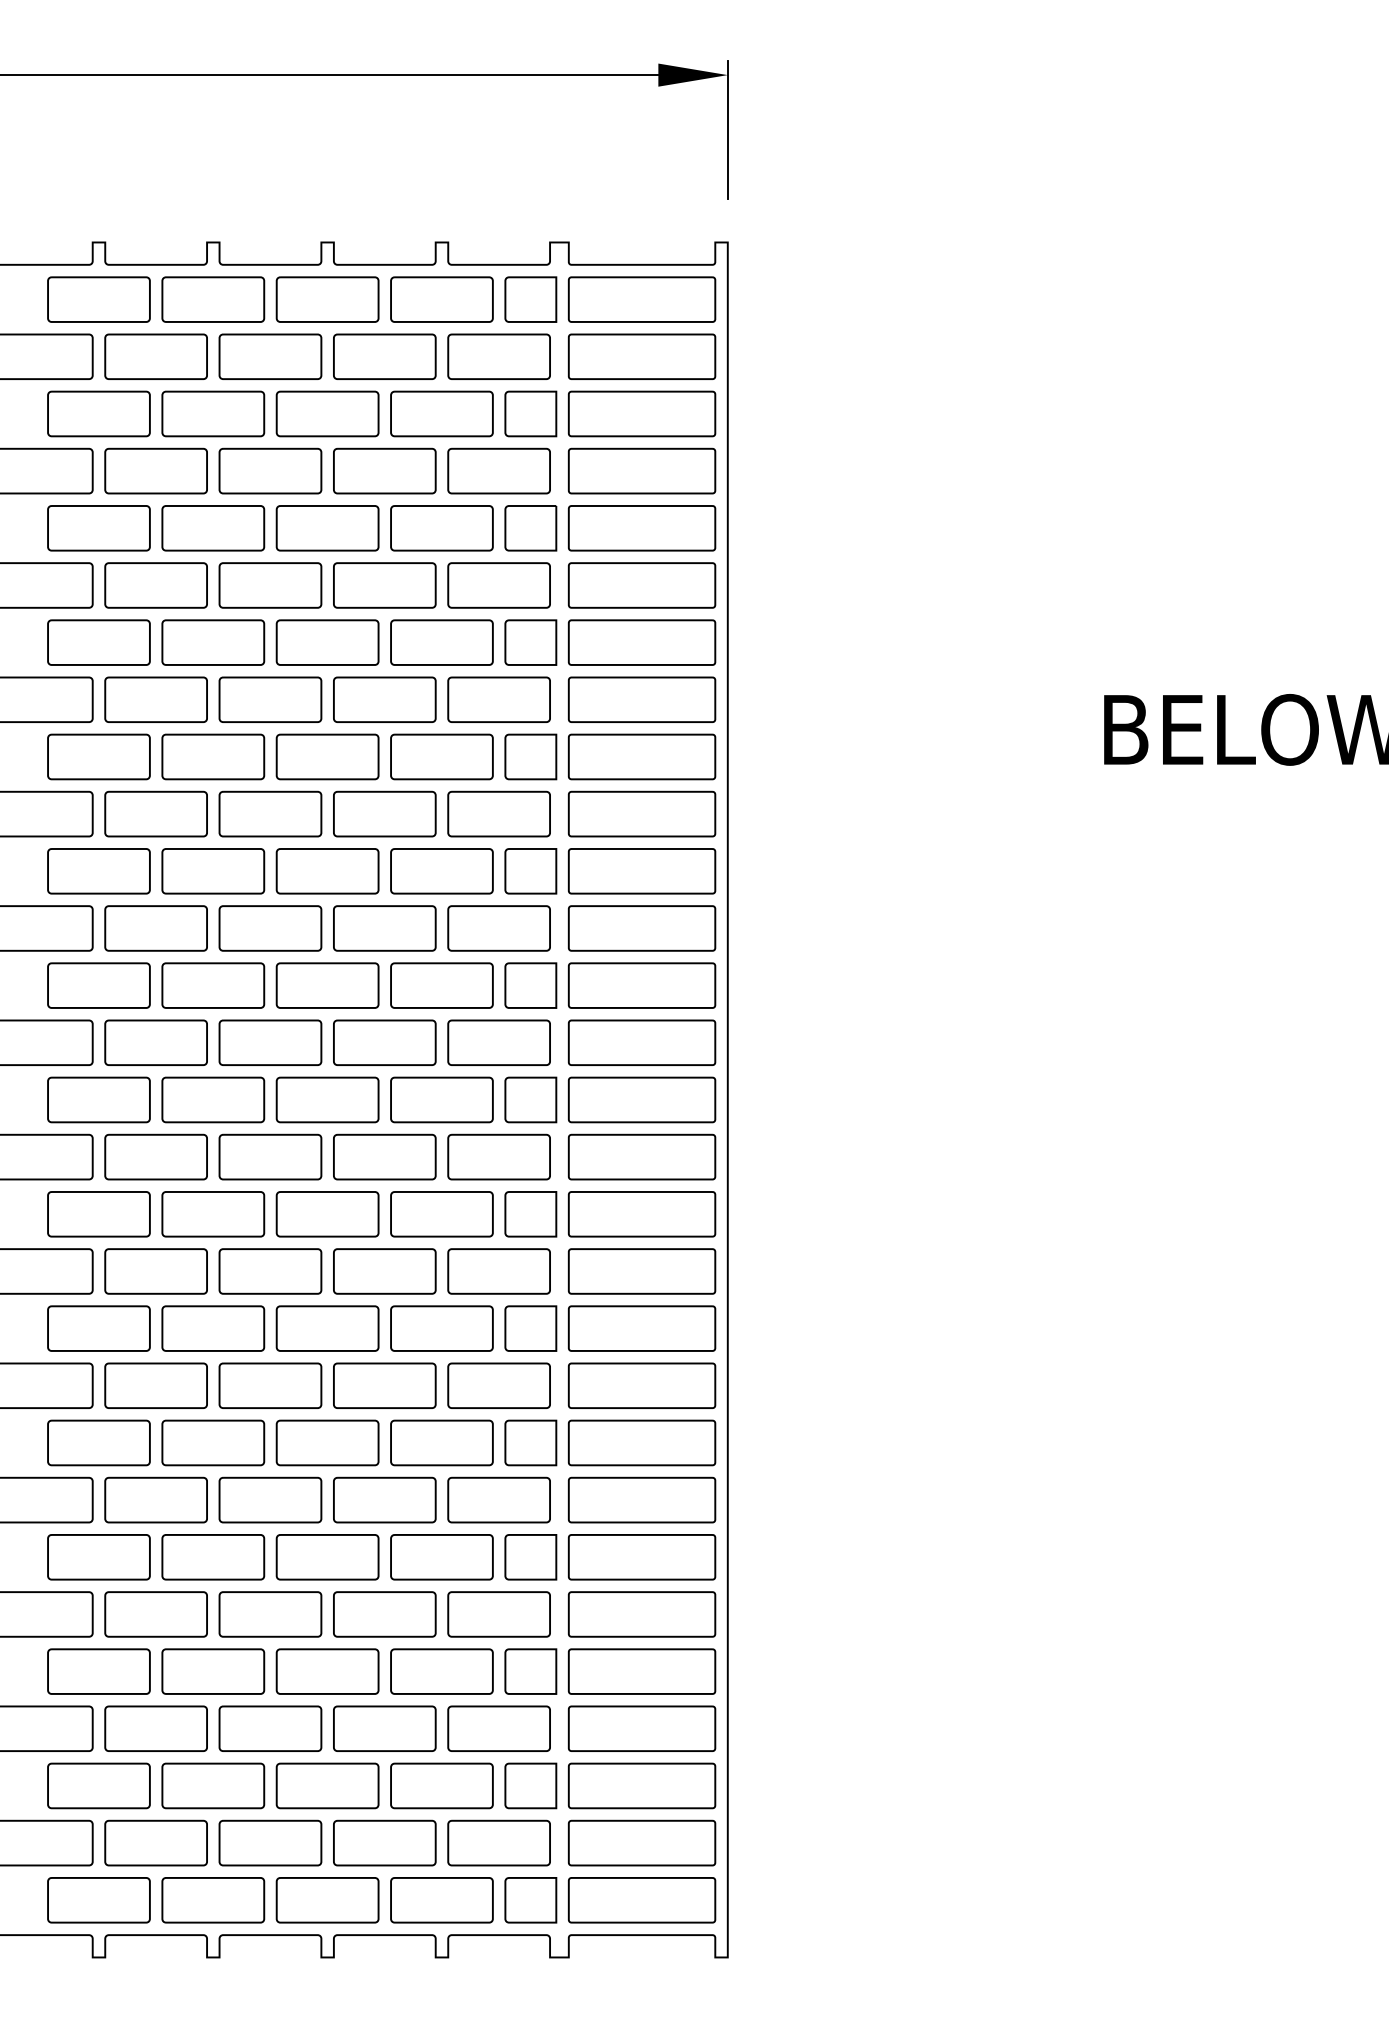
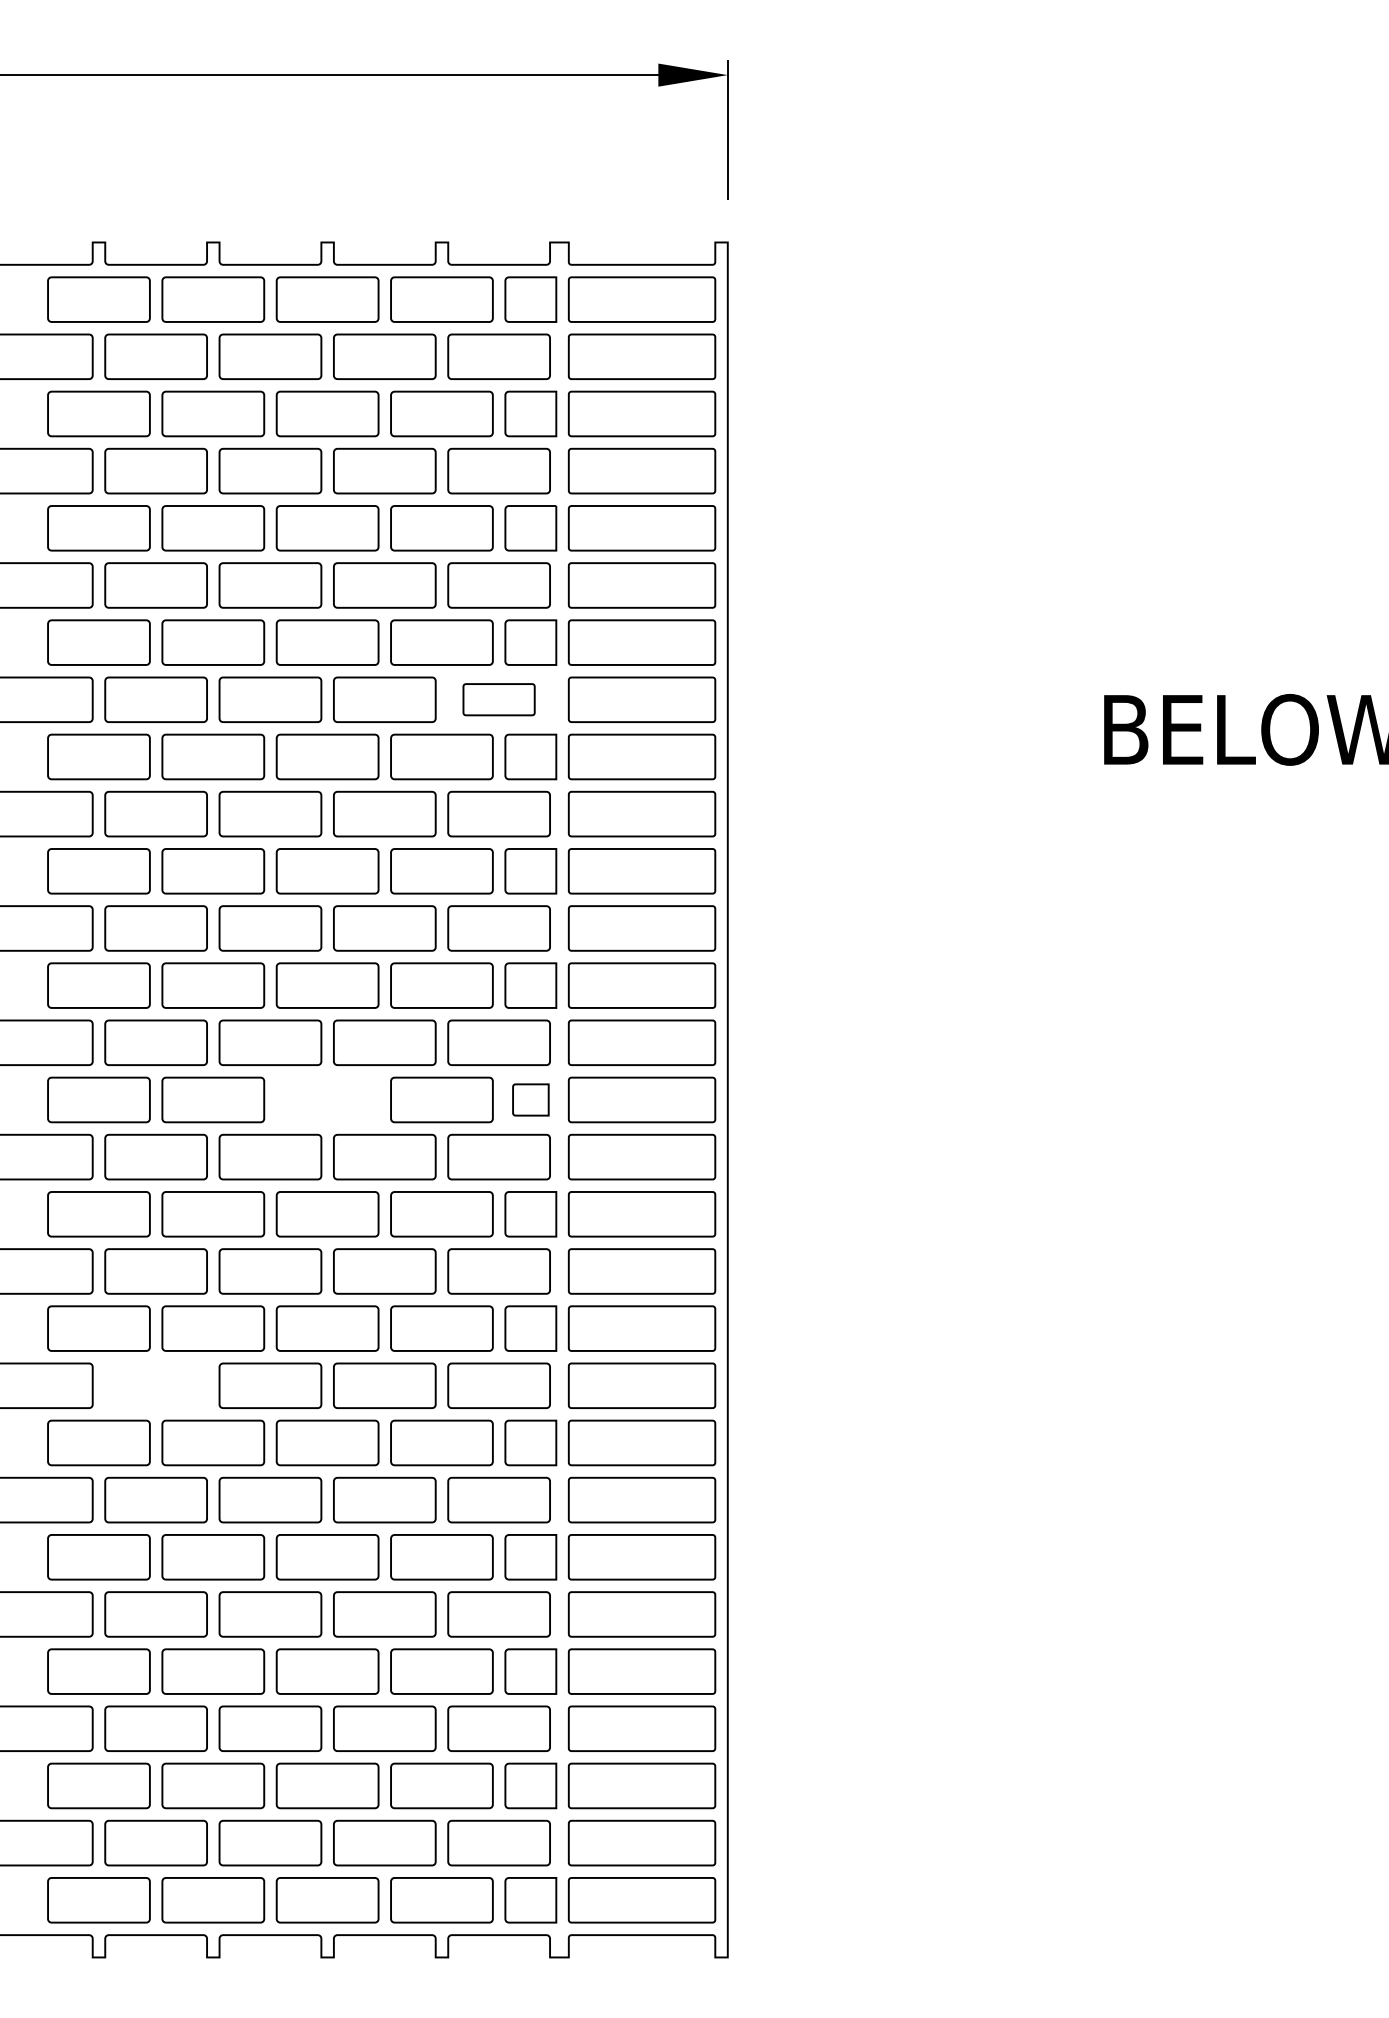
part at (498, 699) size: 104x47 px -> 74x34 px
part at (327, 1099): present -> none
part at (530, 1099) size: 54x48 px -> 38x34 px
part at (155, 1385): present -> none
